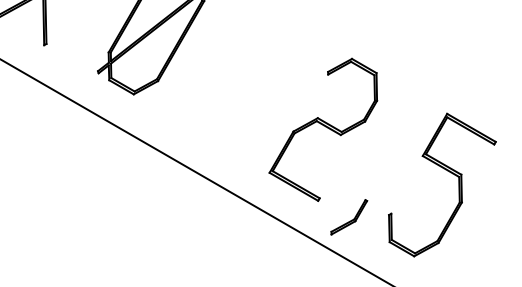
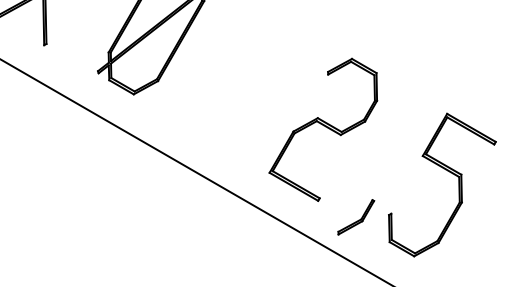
part at (349, 217) position: (349, 217) -> (356, 217)
